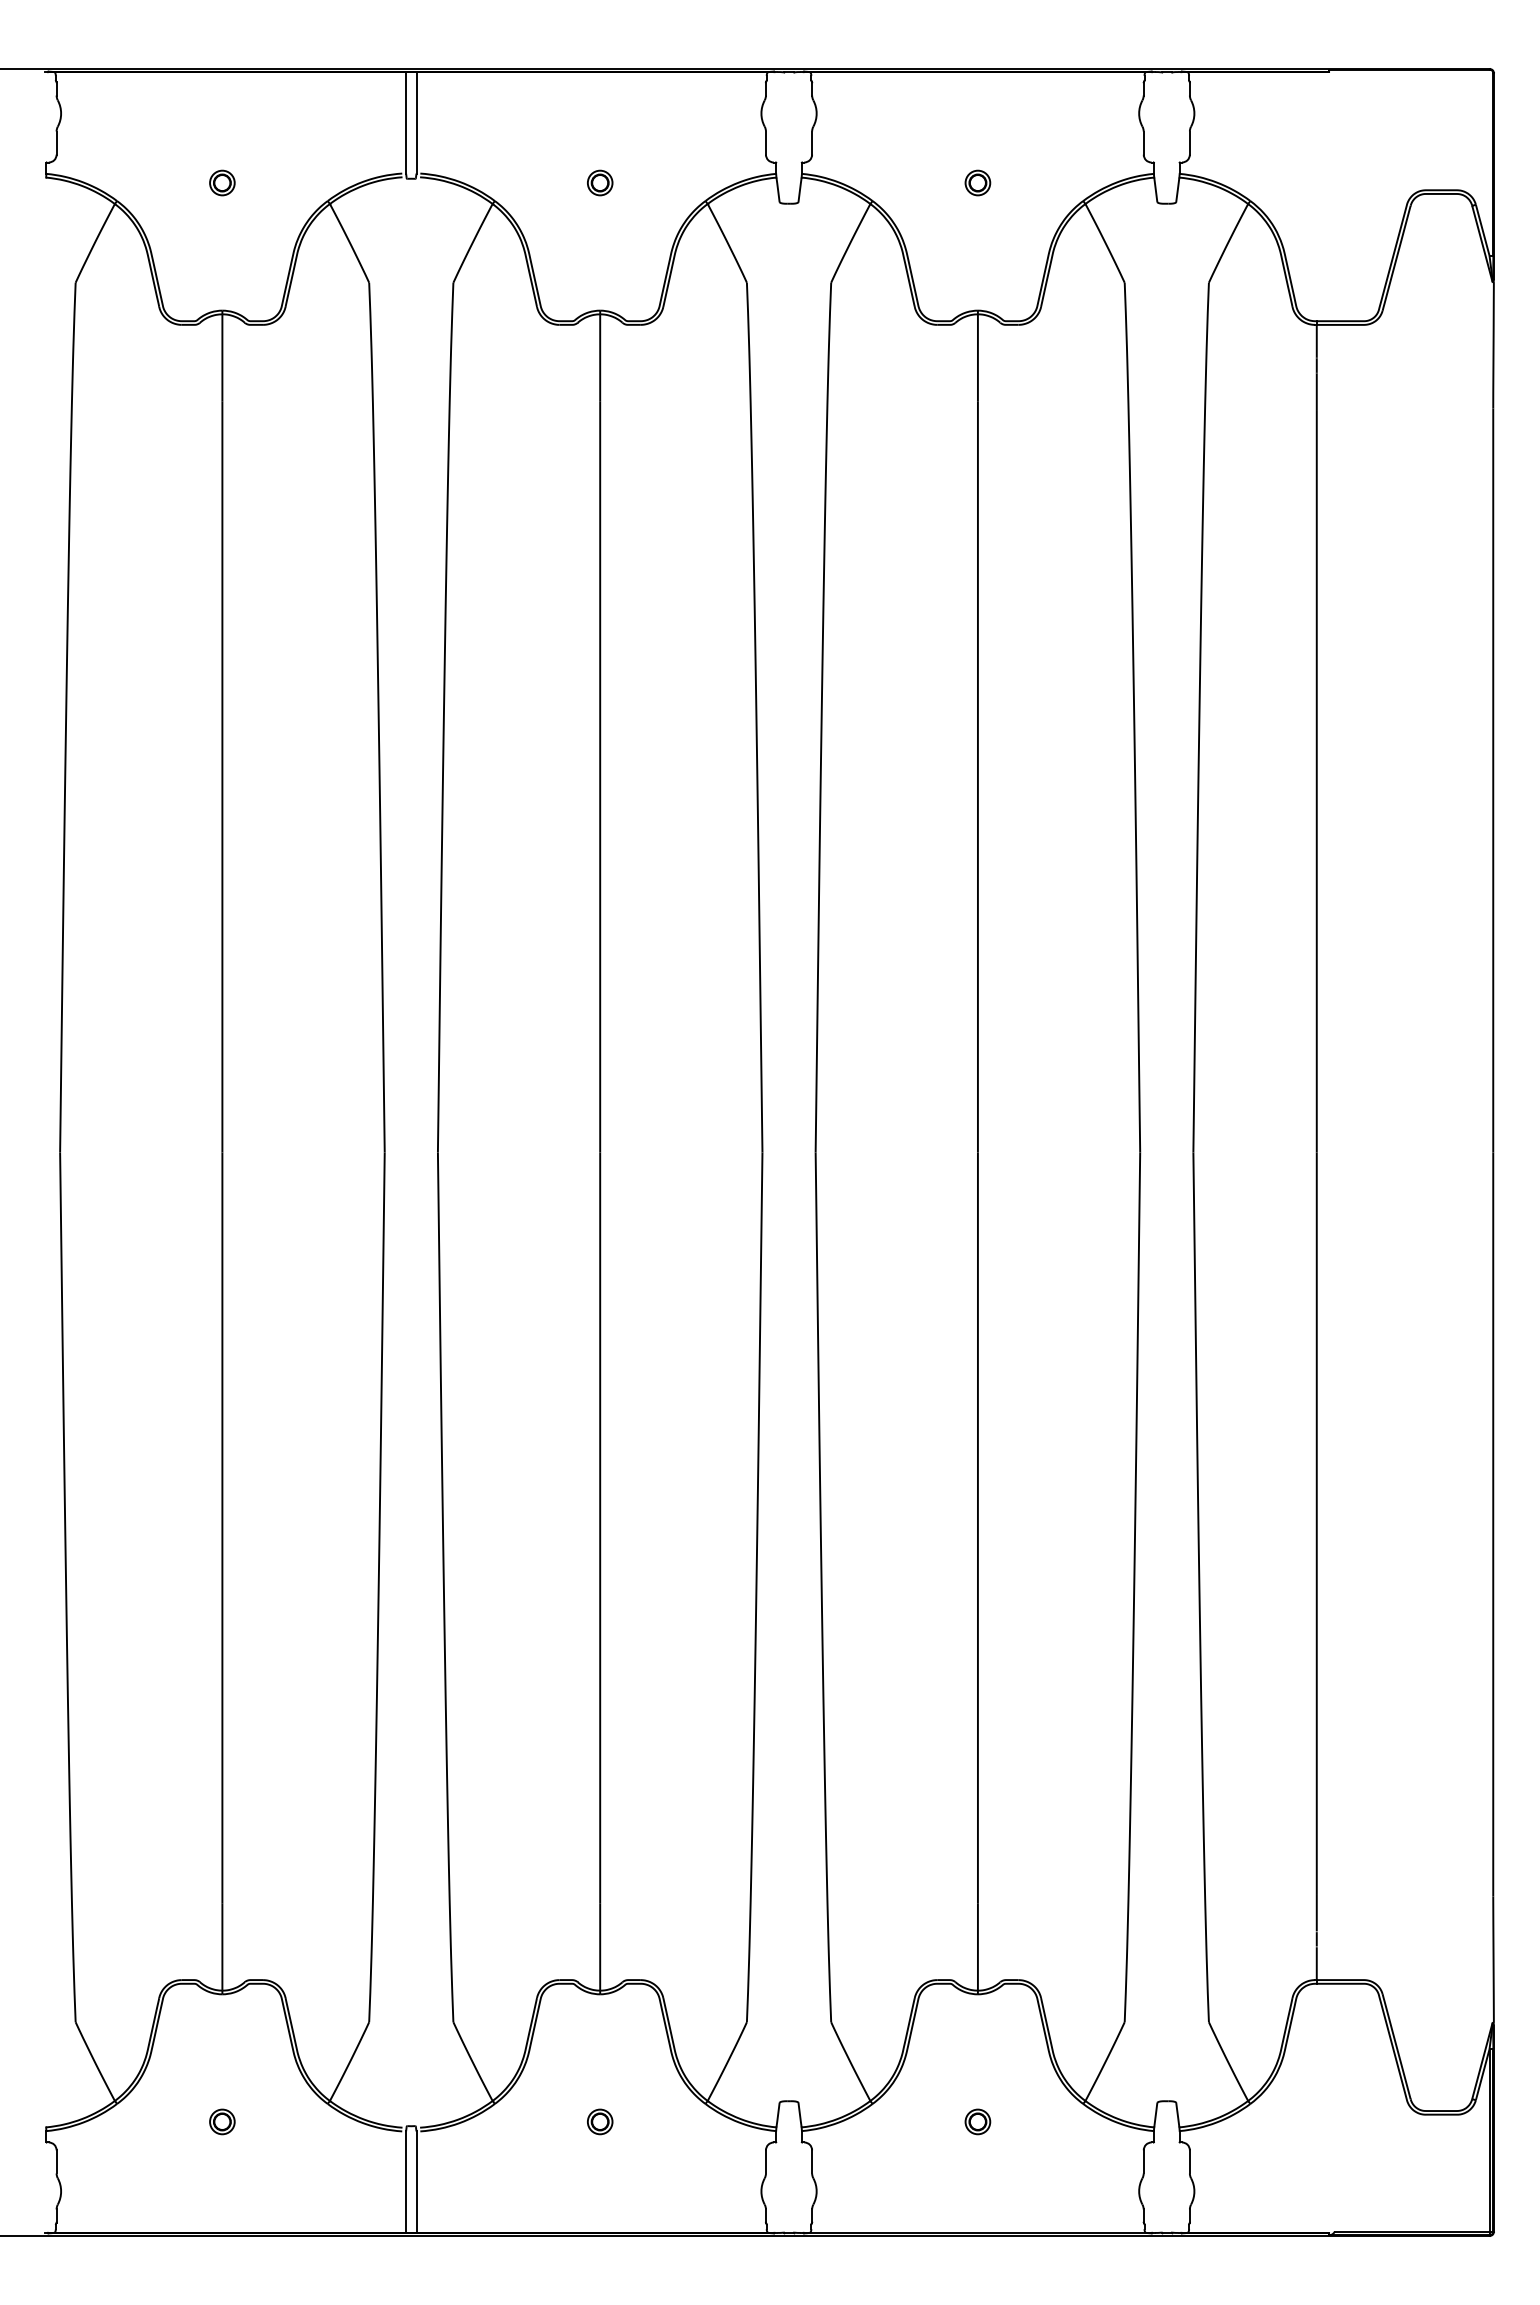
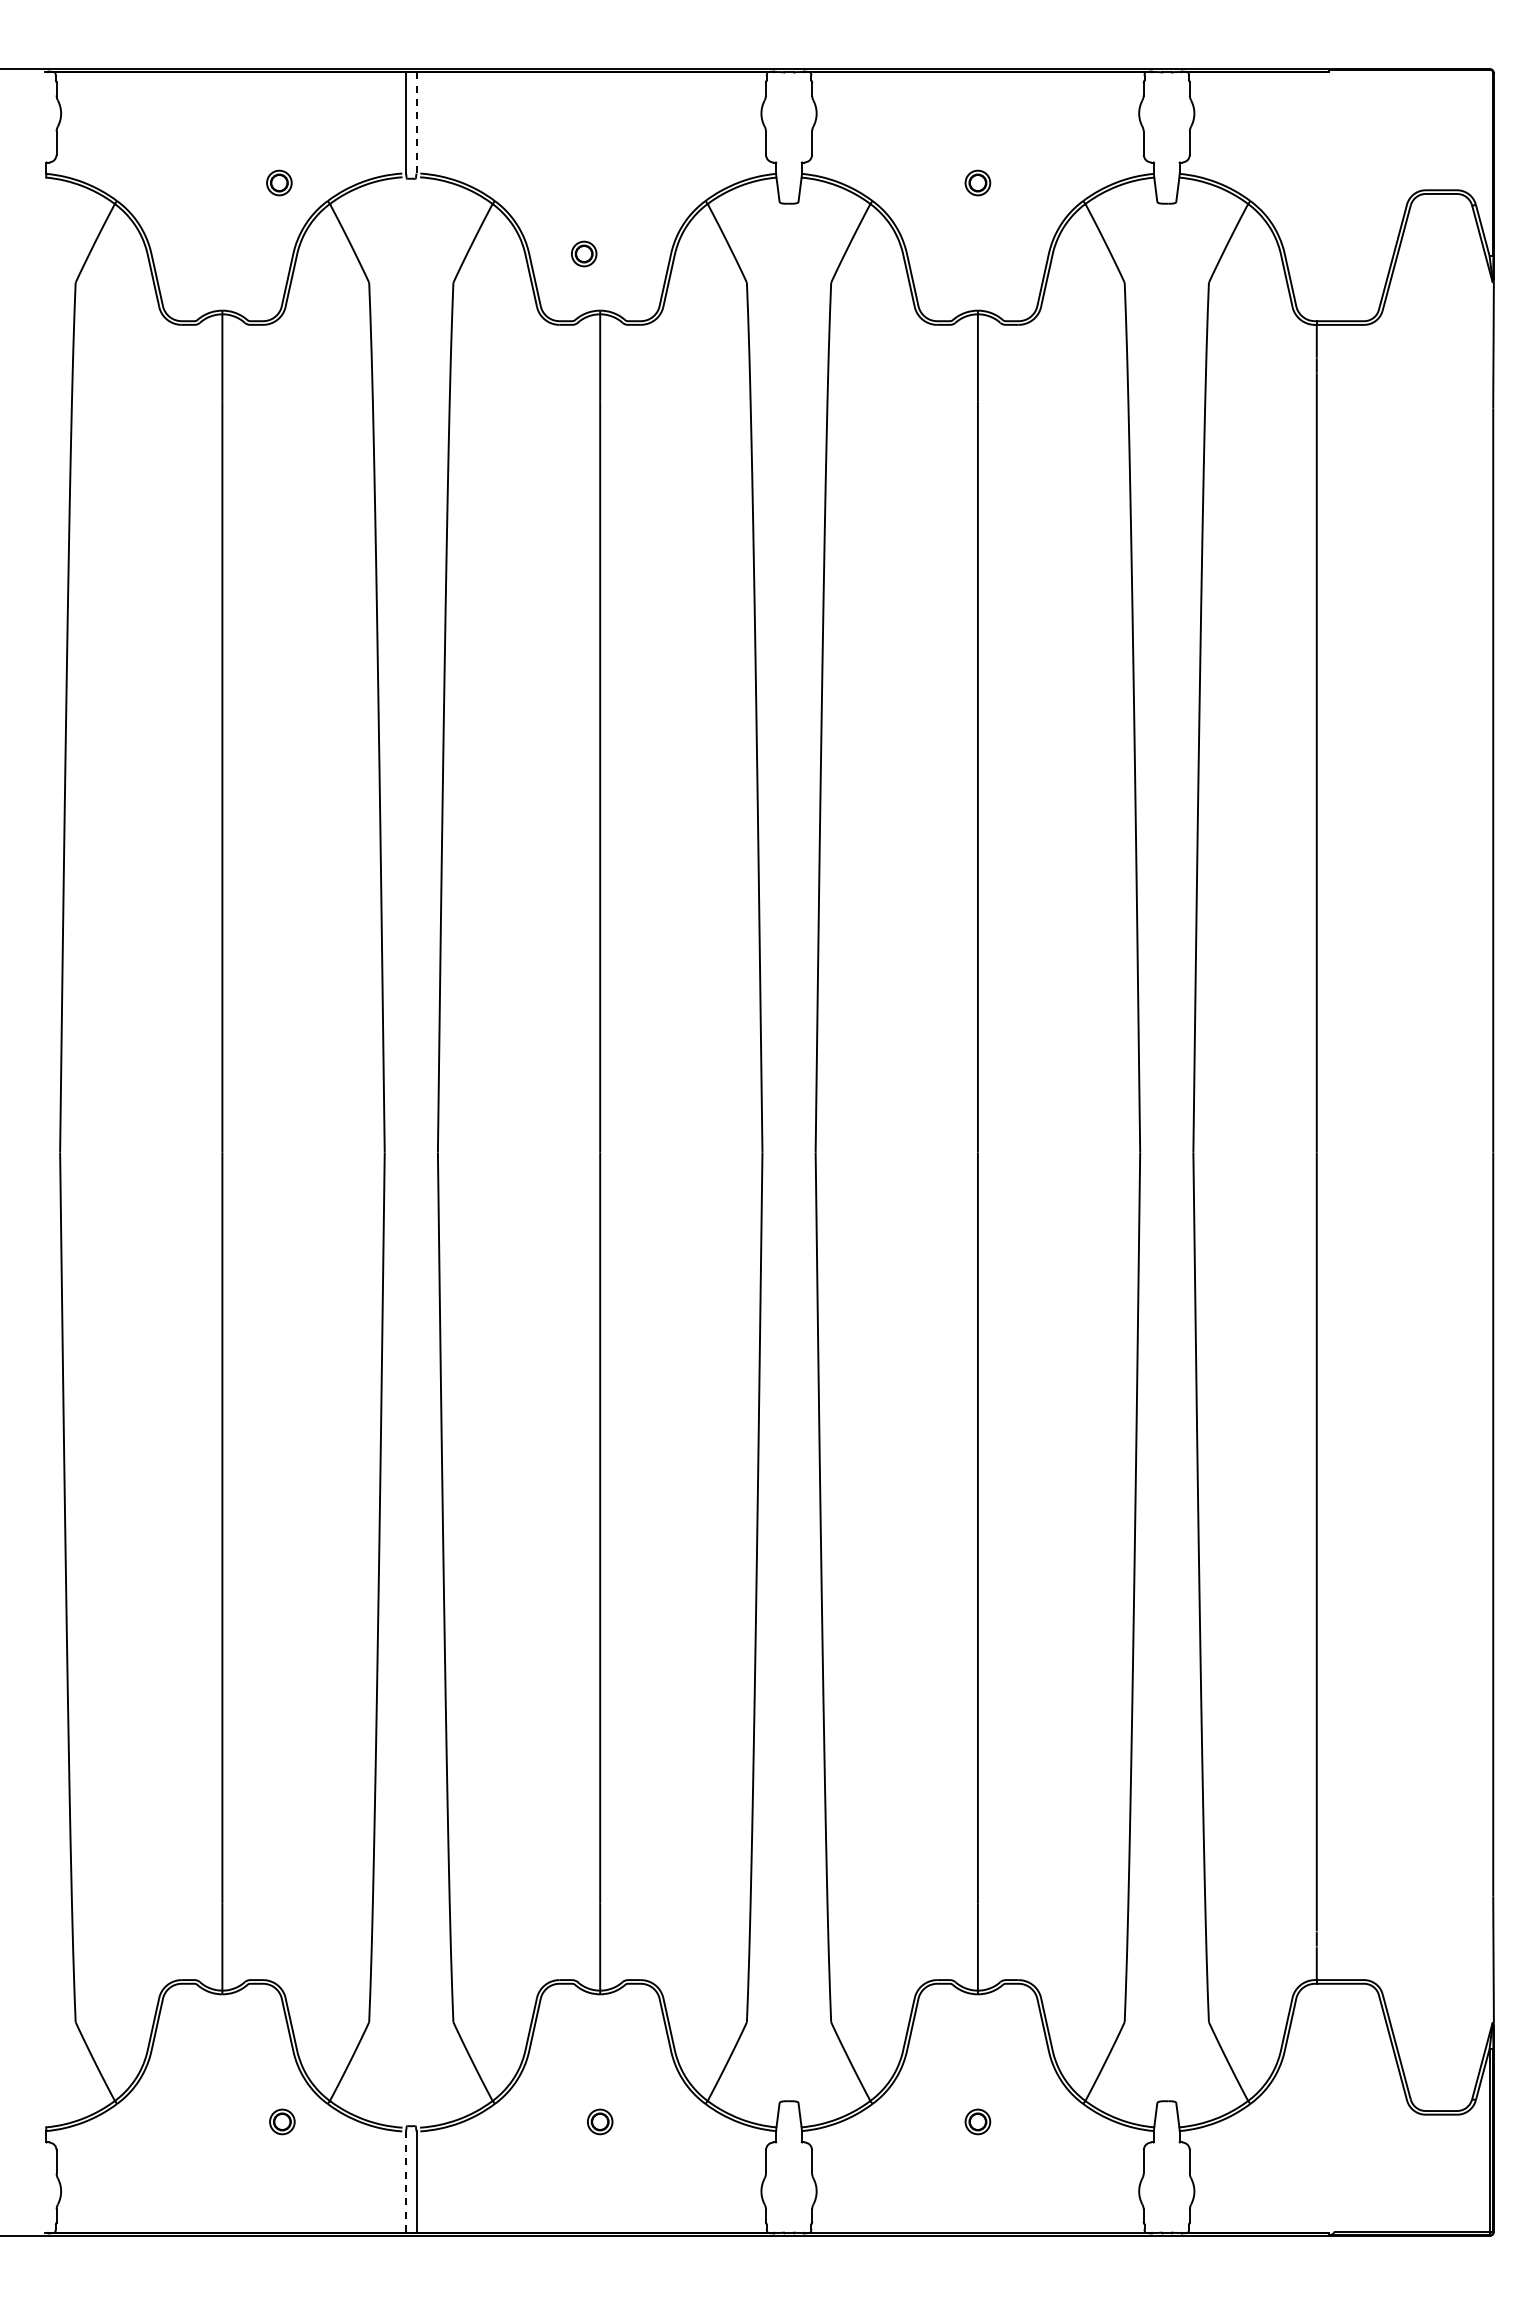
line at (416, 122): solid -> dashed
part at (222, 182) position: (222, 182) -> (279, 182)
part at (600, 182) position: (600, 182) -> (584, 253)
part at (222, 2121) position: (222, 2121) -> (282, 2121)
line at (406, 2182): solid -> dashed
